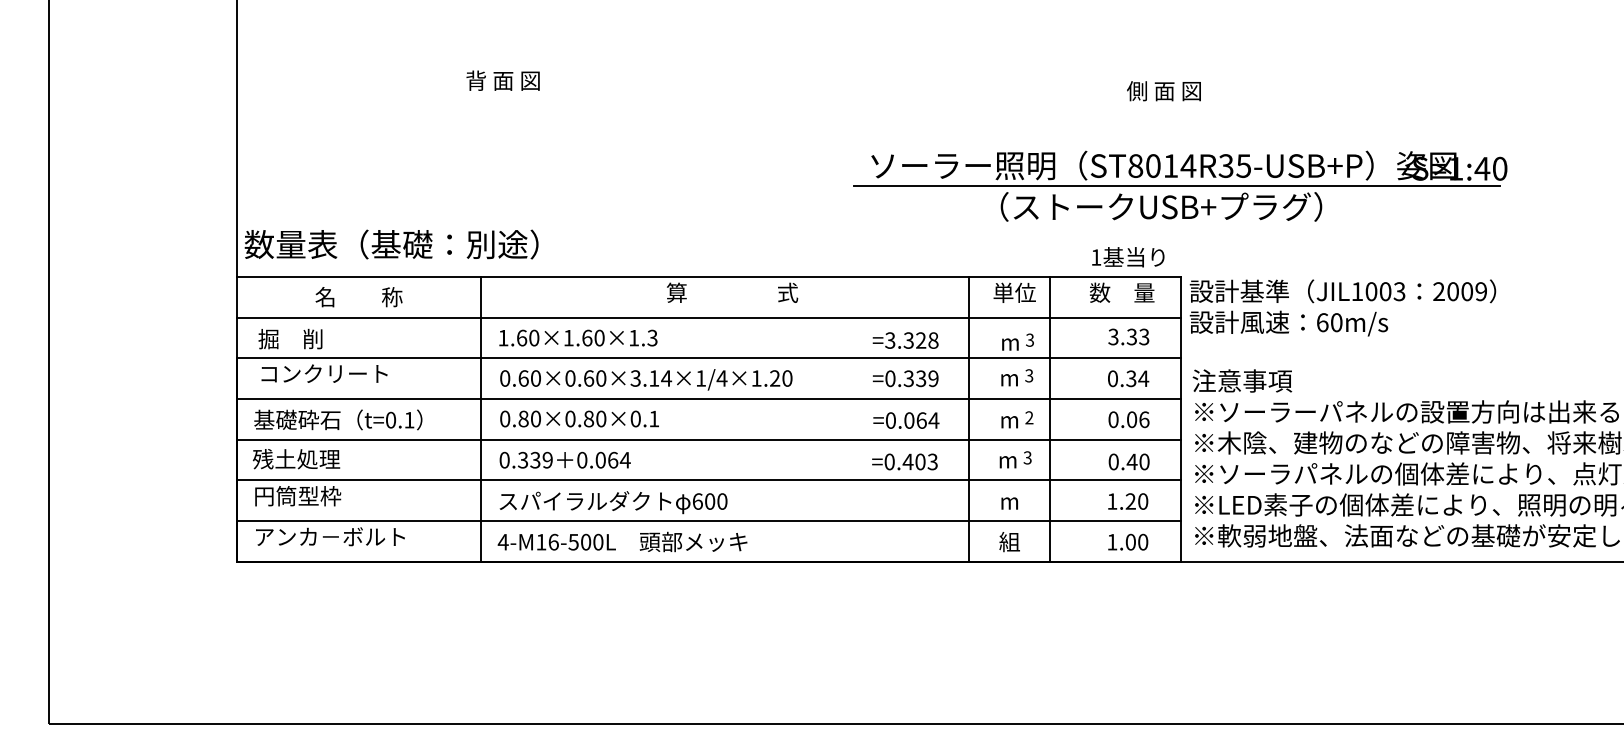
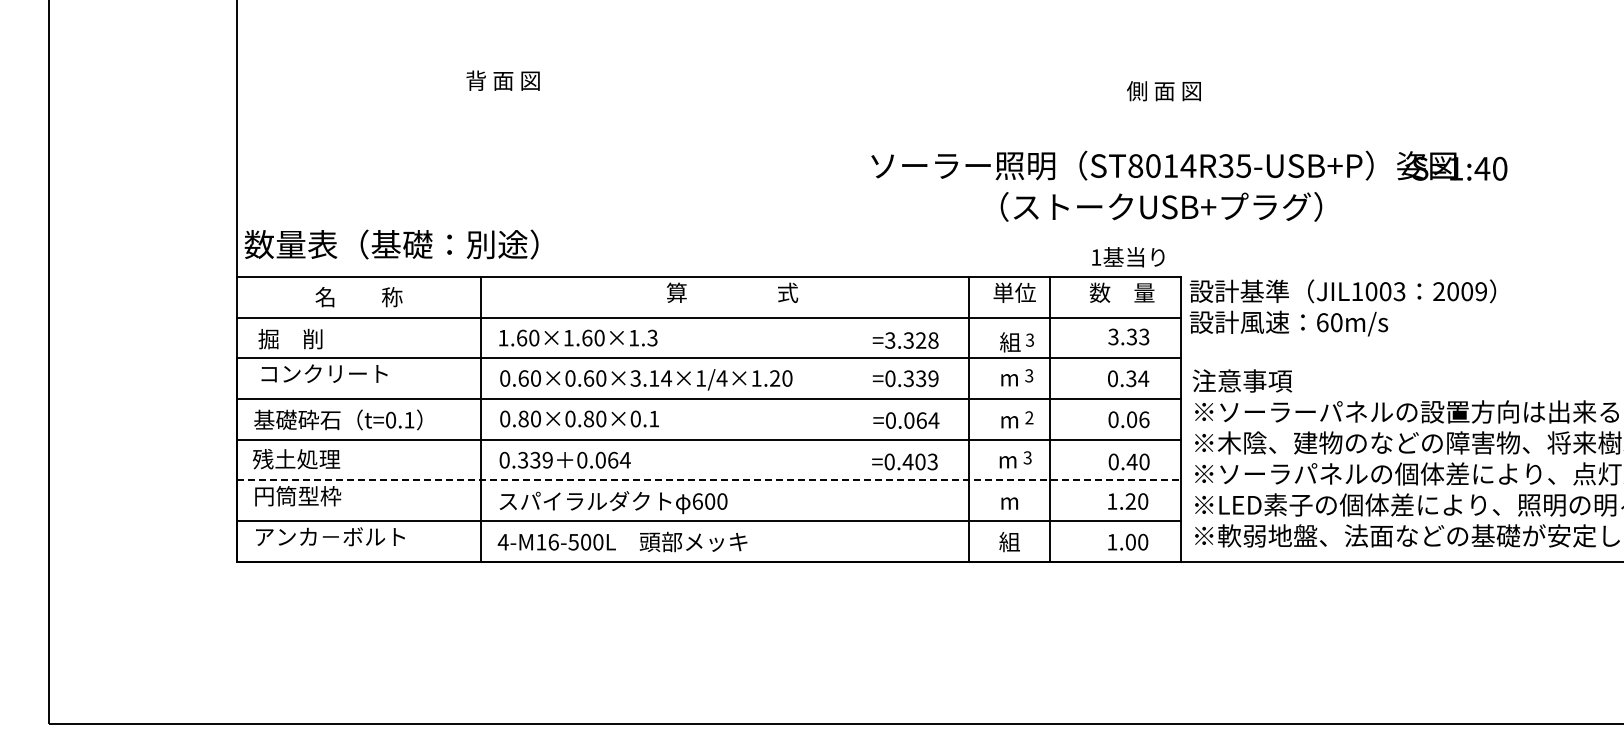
line at (1177, 186): present -> none
text at (1010, 342): m -> 組
line at (708, 480): solid -> dashed
